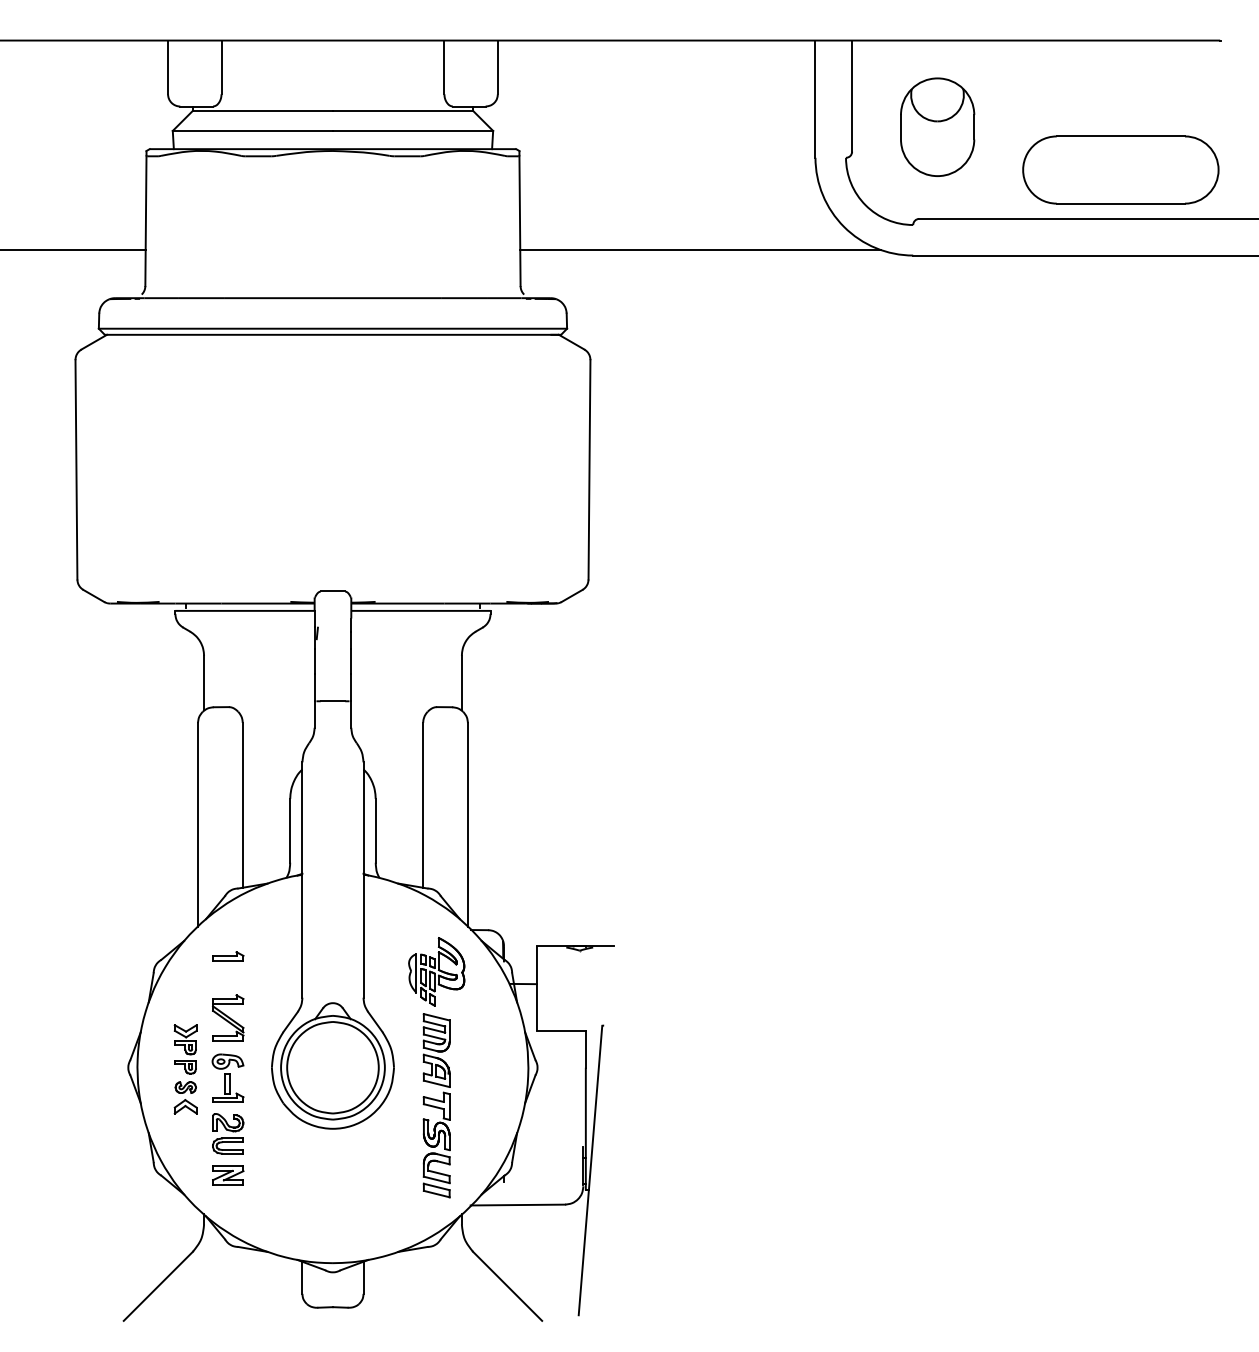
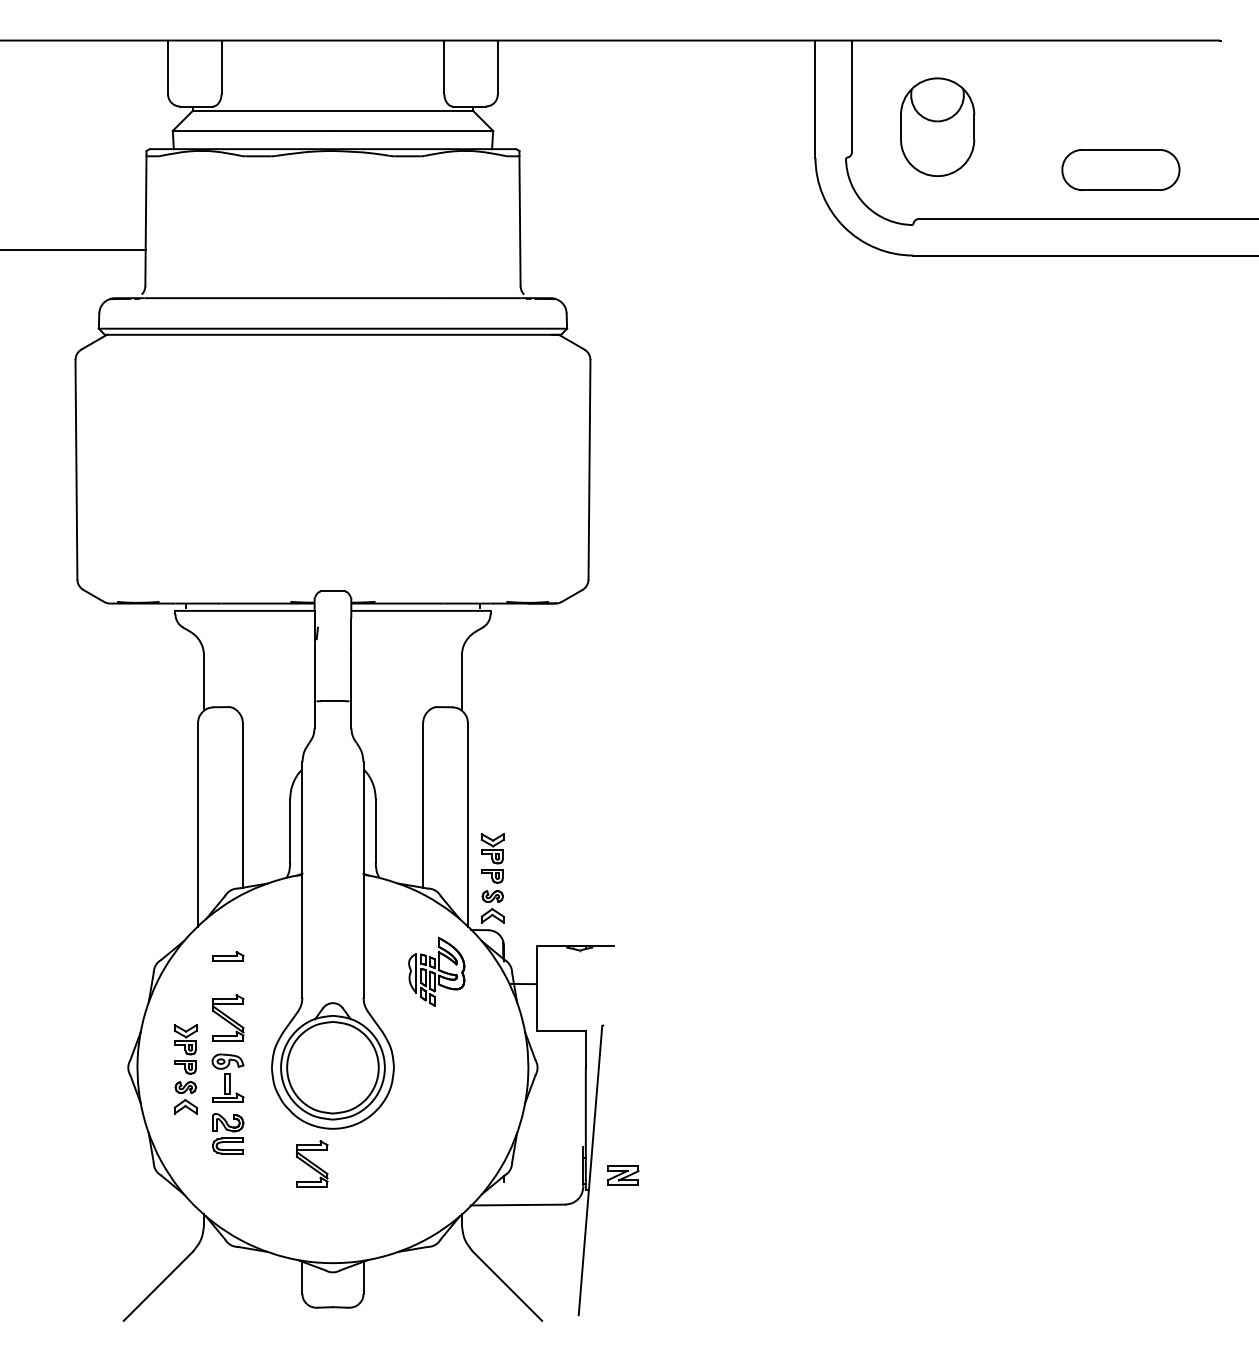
part at (1120, 169) size: 198x70 px -> 120x42 px
line at (700, 250): present -> none
part at (492, 878): none -> present
part at (436, 1105): present -> none
part at (312, 1163): none -> present
part at (228, 1175) position: (228, 1175) -> (623, 1175)
